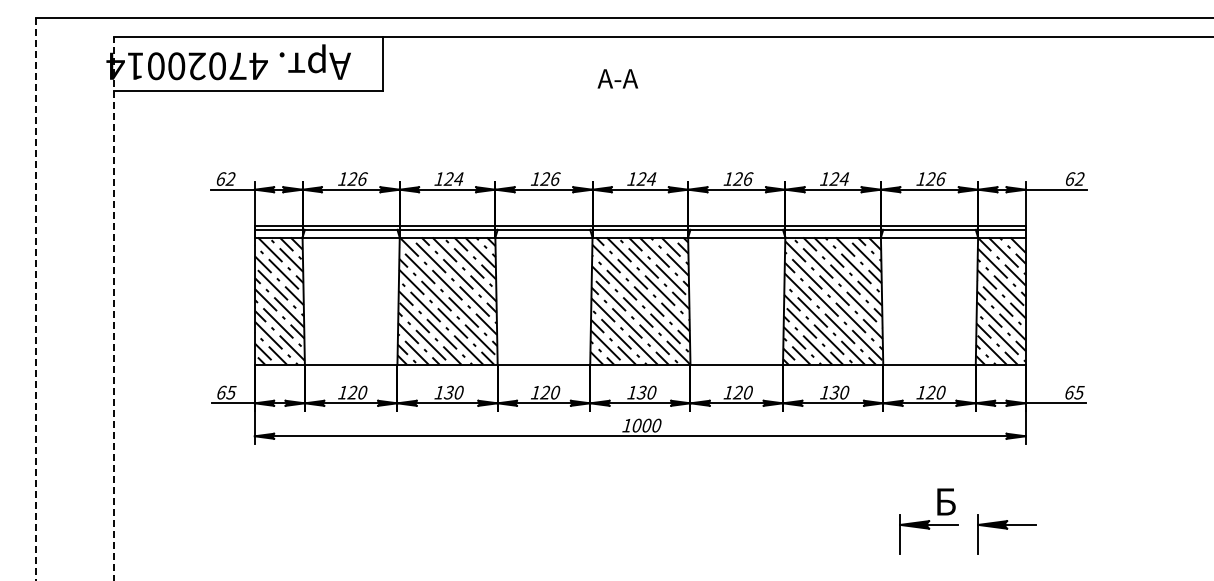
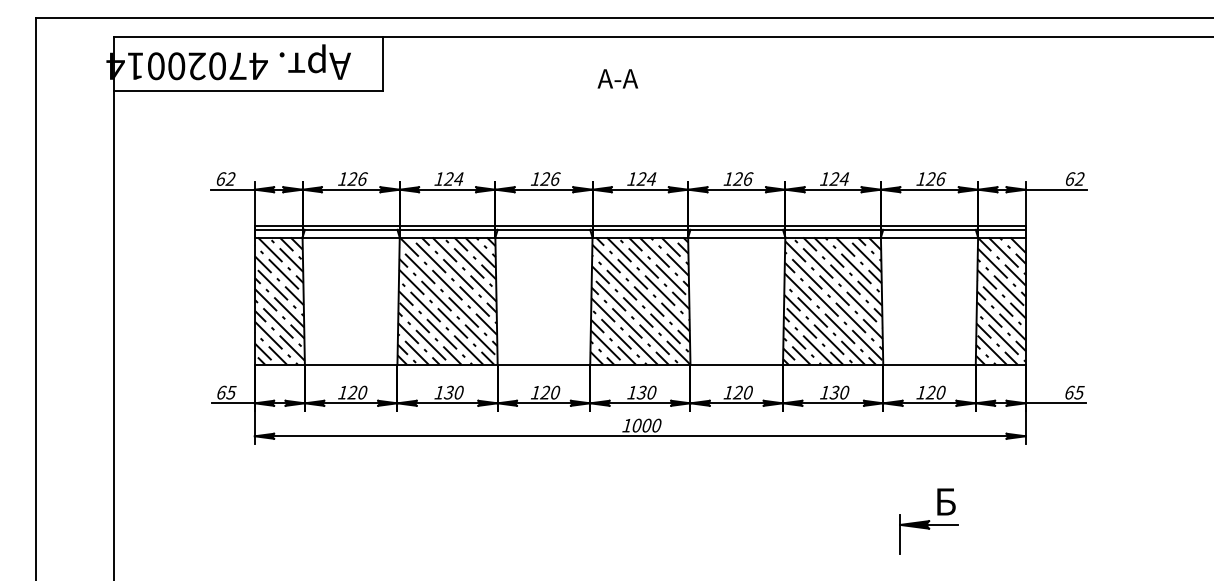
line at (36, 299): dashed -> solid
line at (113, 308): dashed -> solid
part at (1006, 534): present -> none
